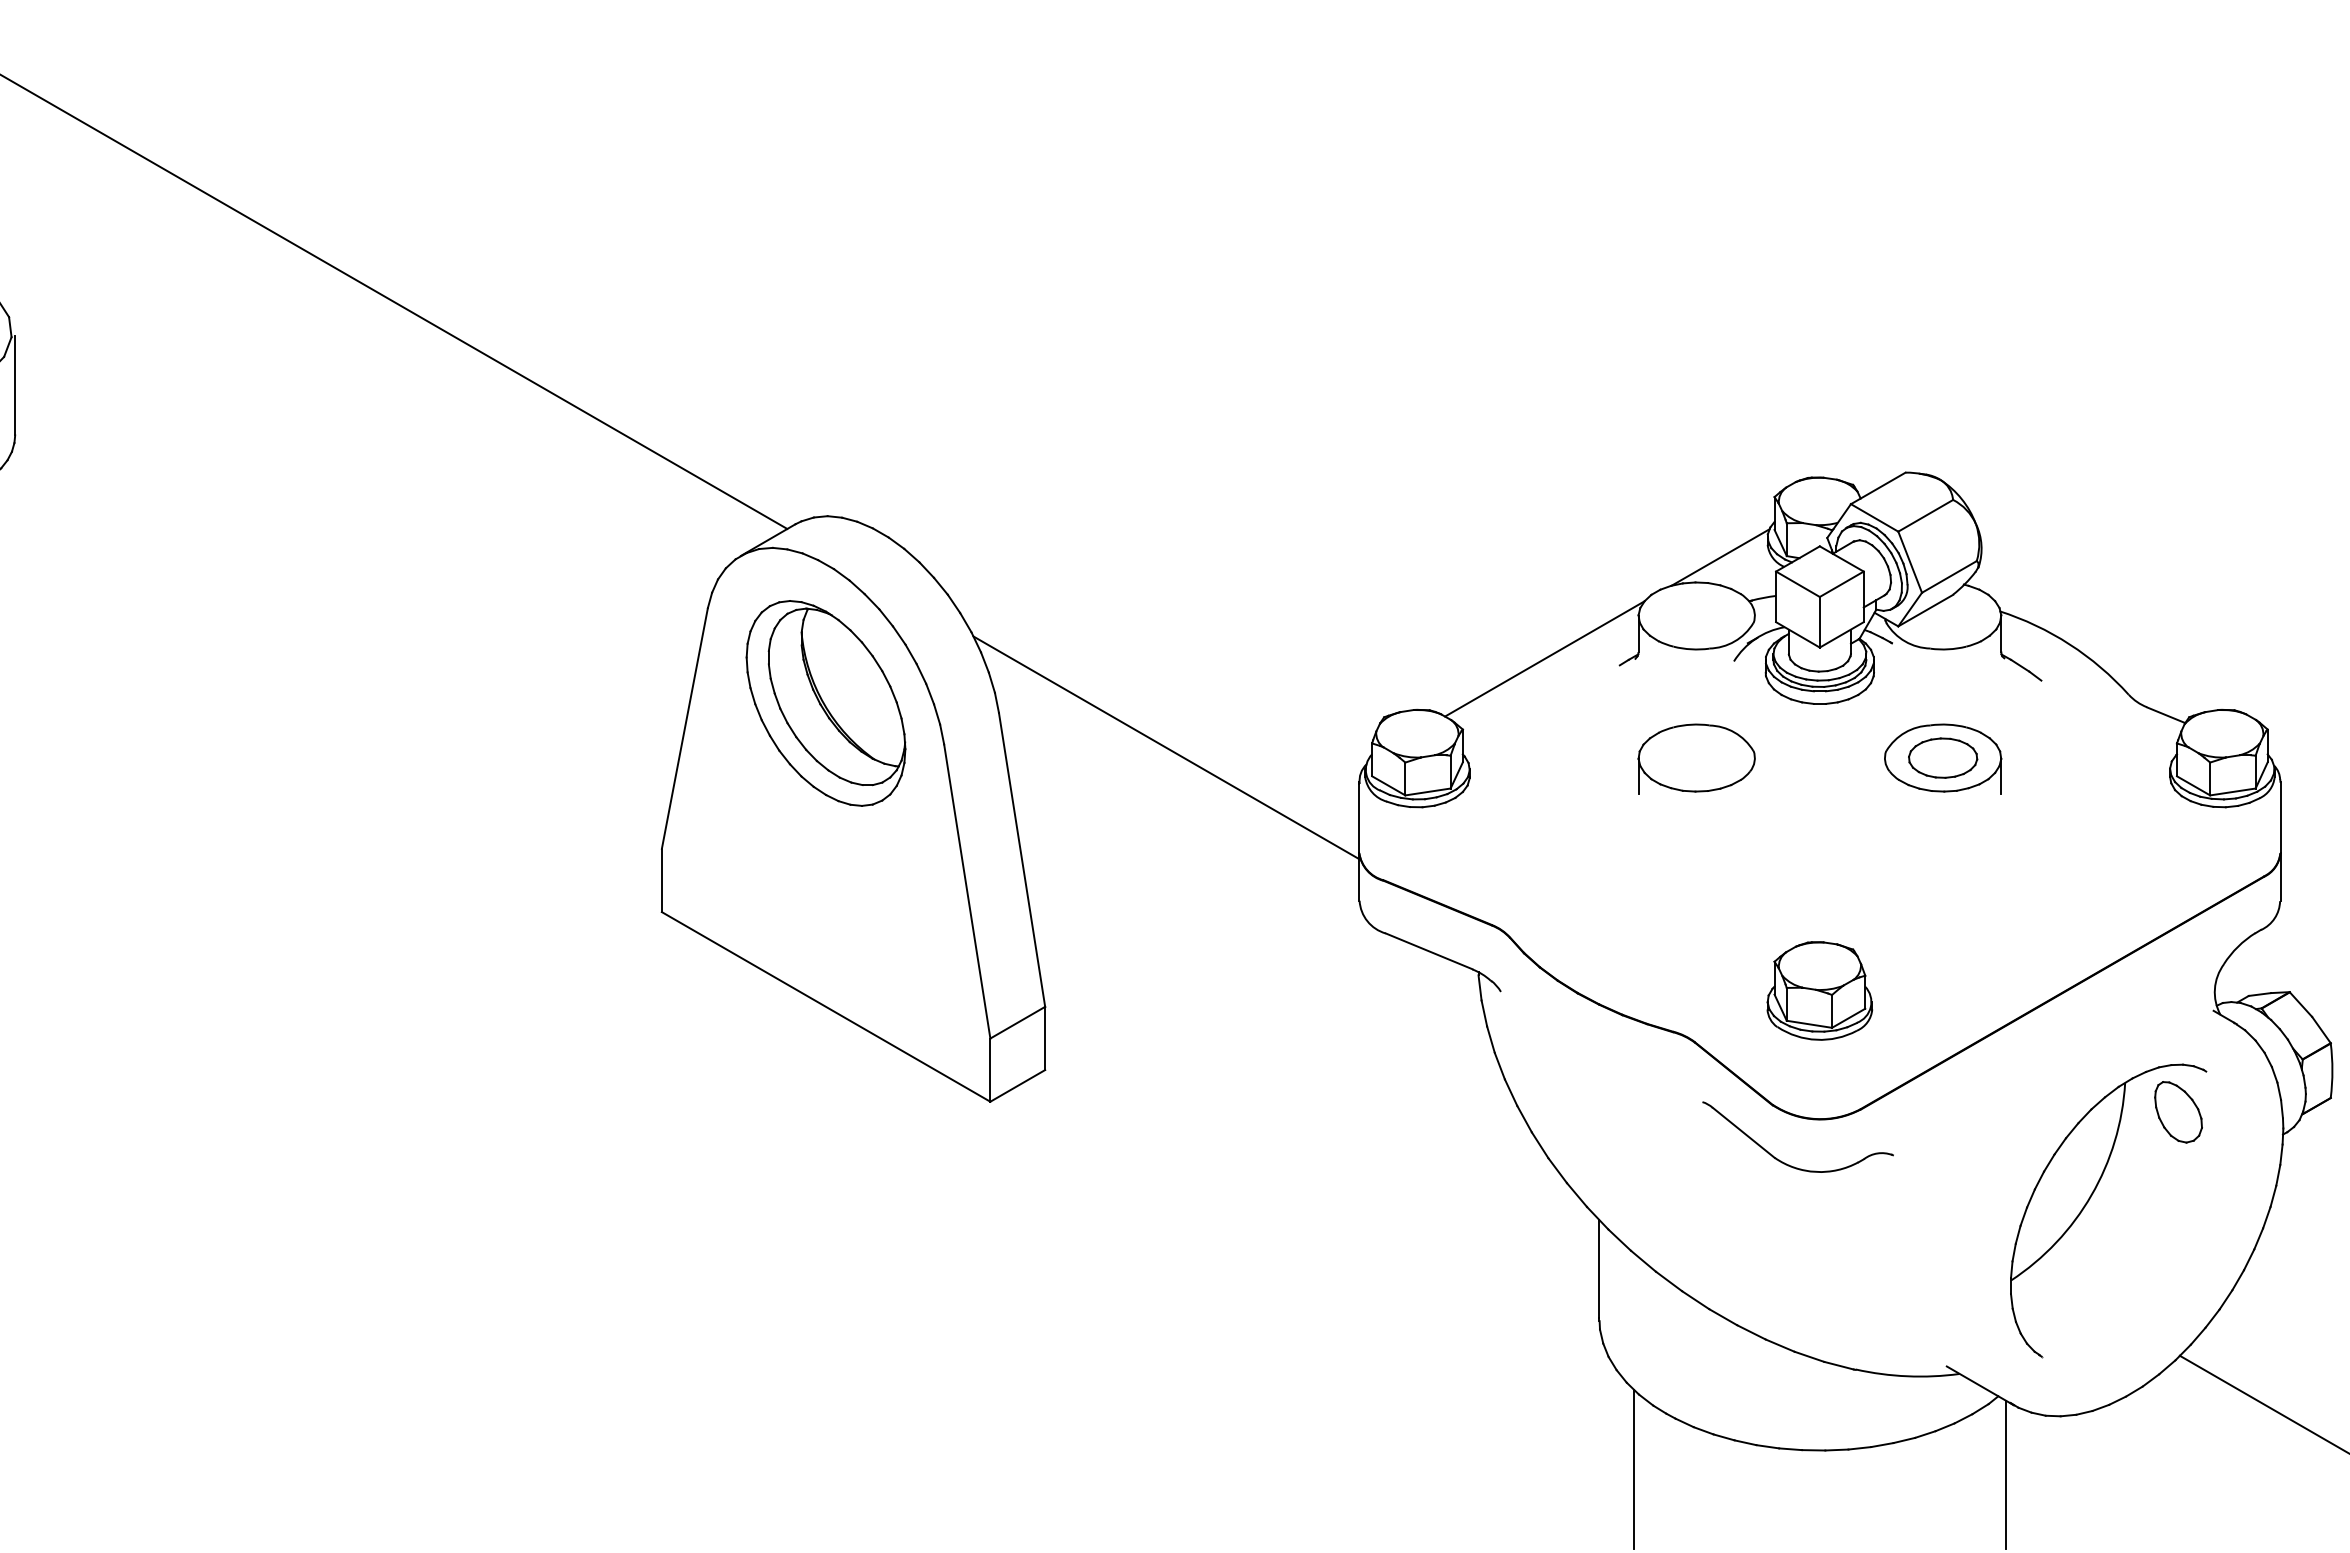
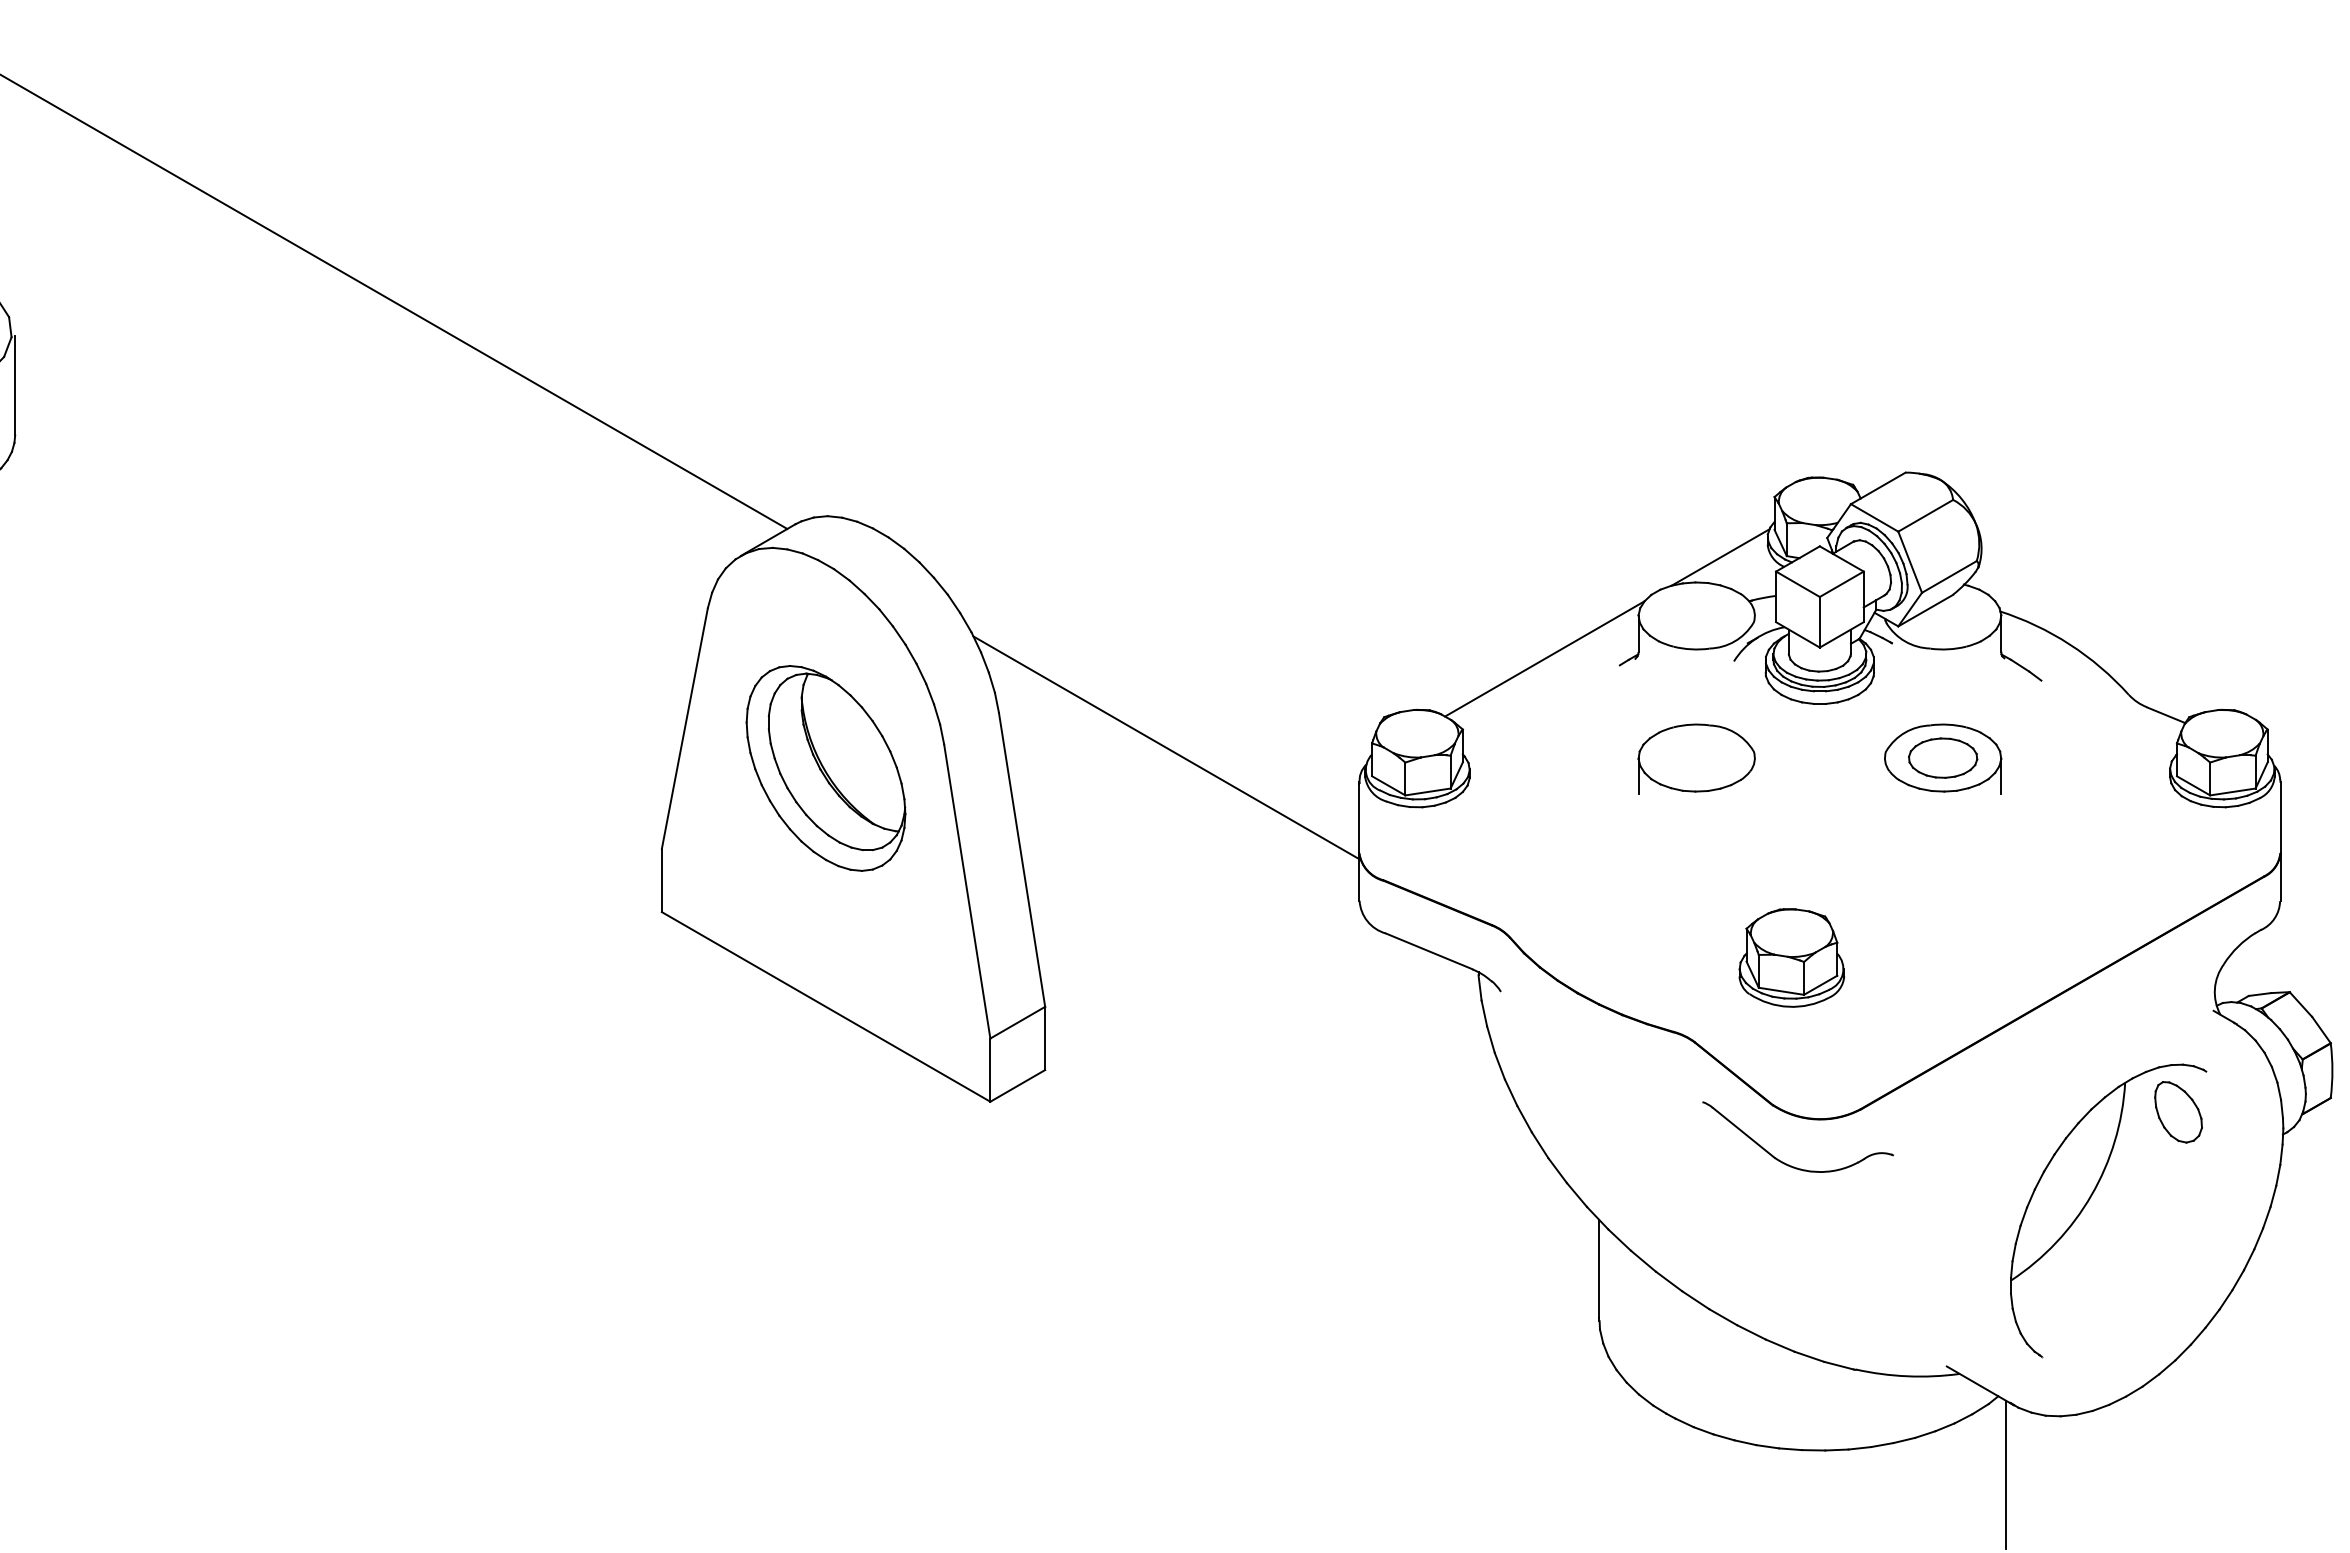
part at (825, 703) position: (825, 703) -> (825, 768)
part at (1819, 990) position: (1819, 990) -> (1791, 957)
line at (2262, 1403): present -> none
line at (1634, 1469): present -> none
